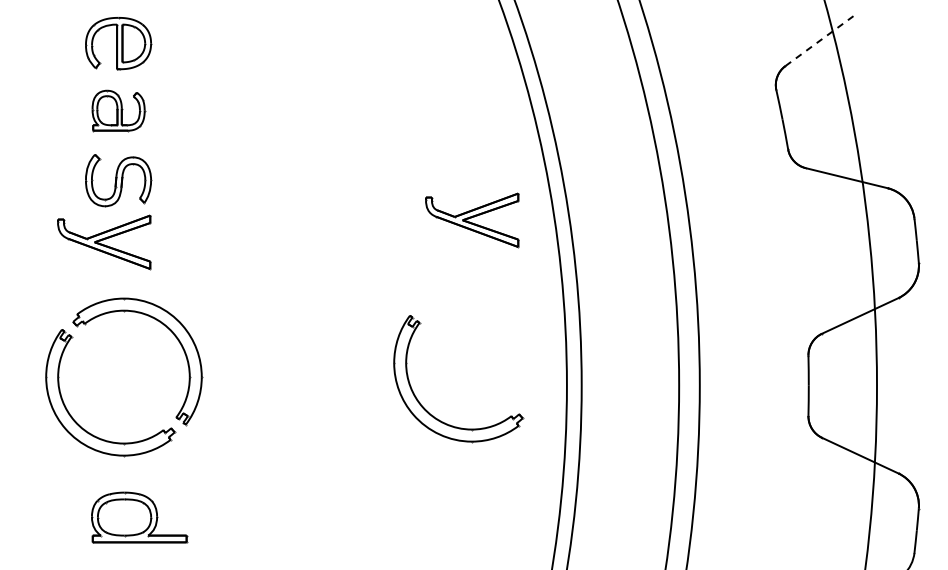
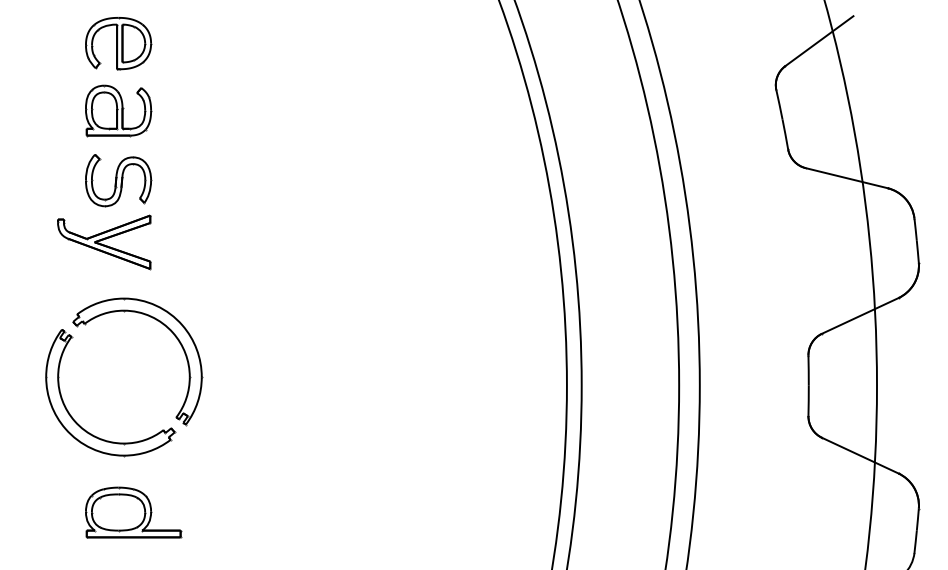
line at (819, 40): dashed -> solid
part at (118, 110) size: 56x44 px -> 68x54 px
part at (472, 220): present -> none
part at (433, 415): present -> none
part at (139, 517) position: (139, 517) -> (133, 512)
